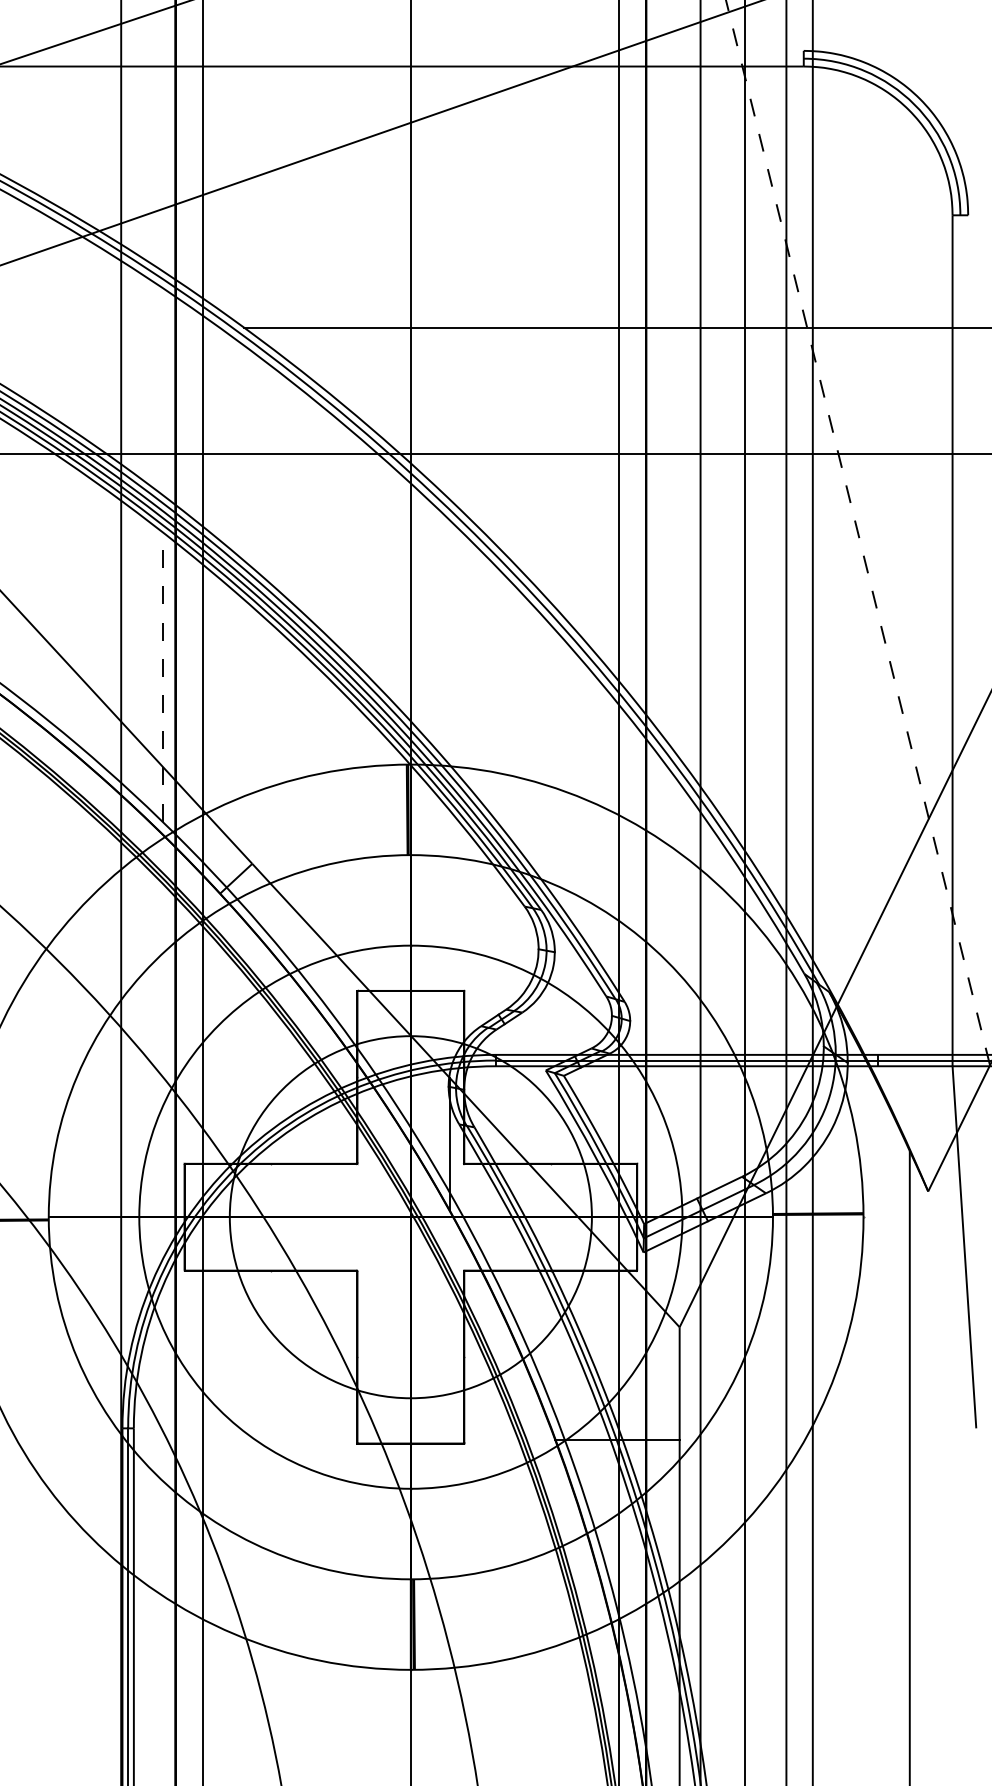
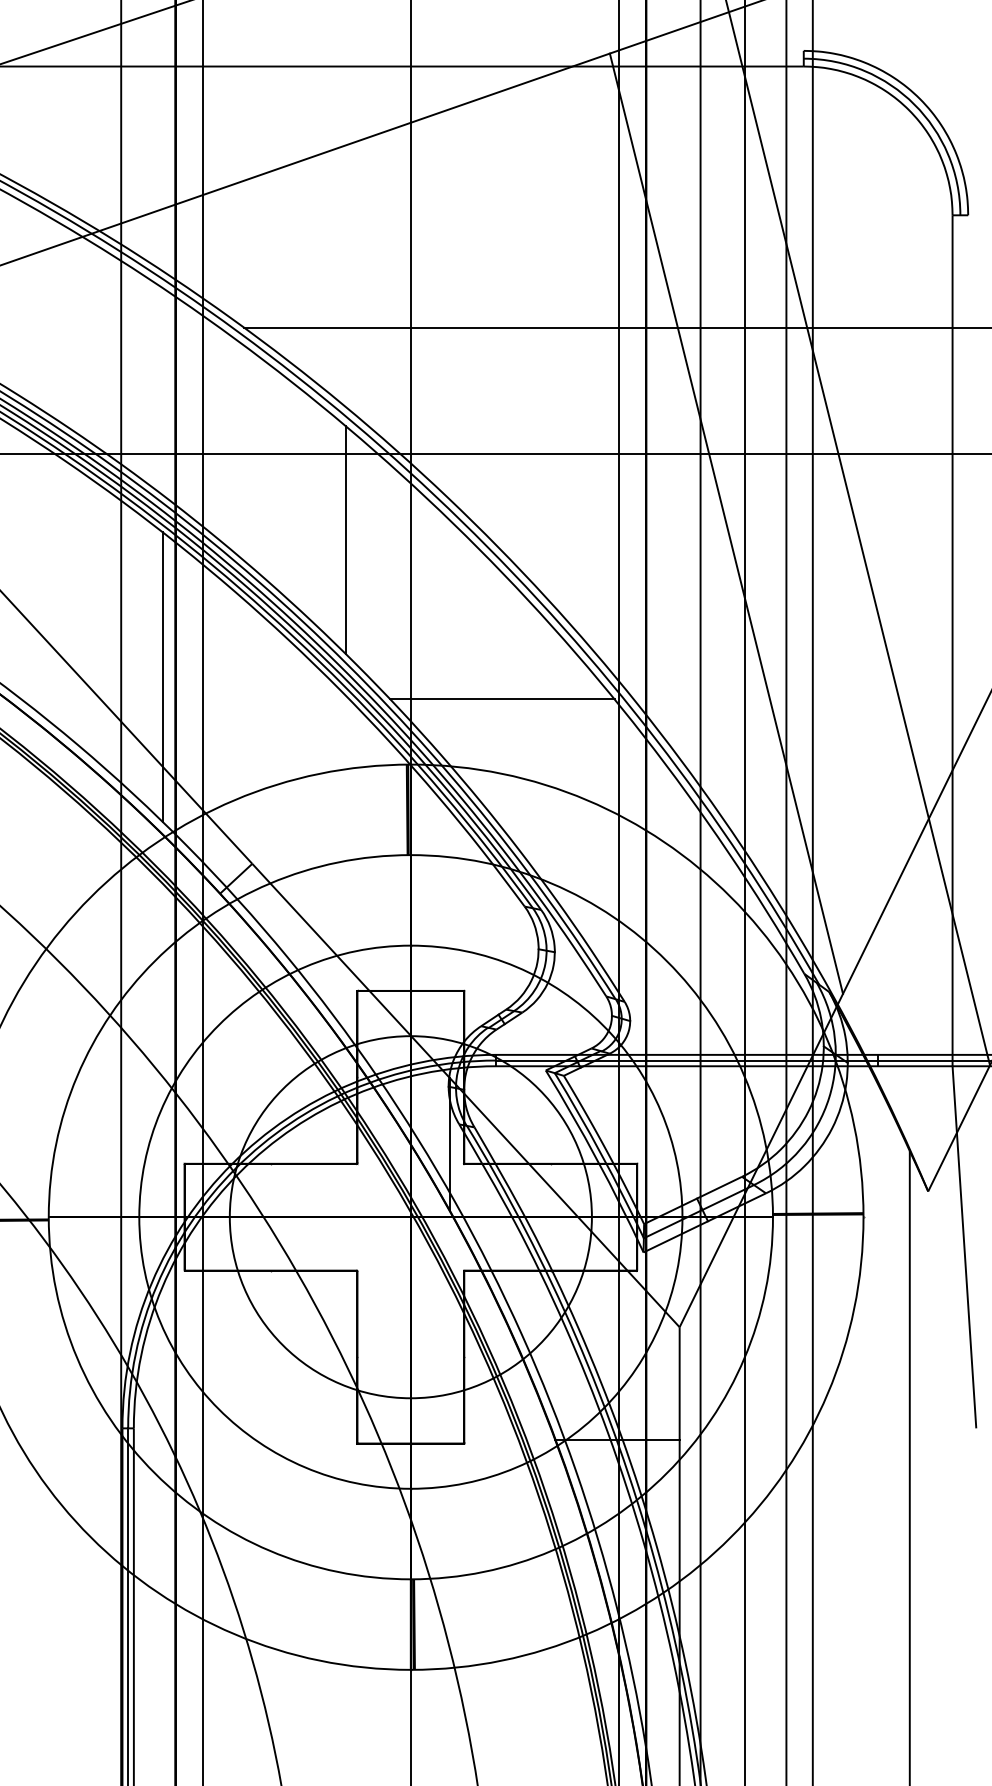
line at (726, 523): none -> present
line at (858, 532): dashed -> solid
line at (346, 540): none -> present
line at (162, 676): dashed -> solid
line at (502, 699): none -> present
